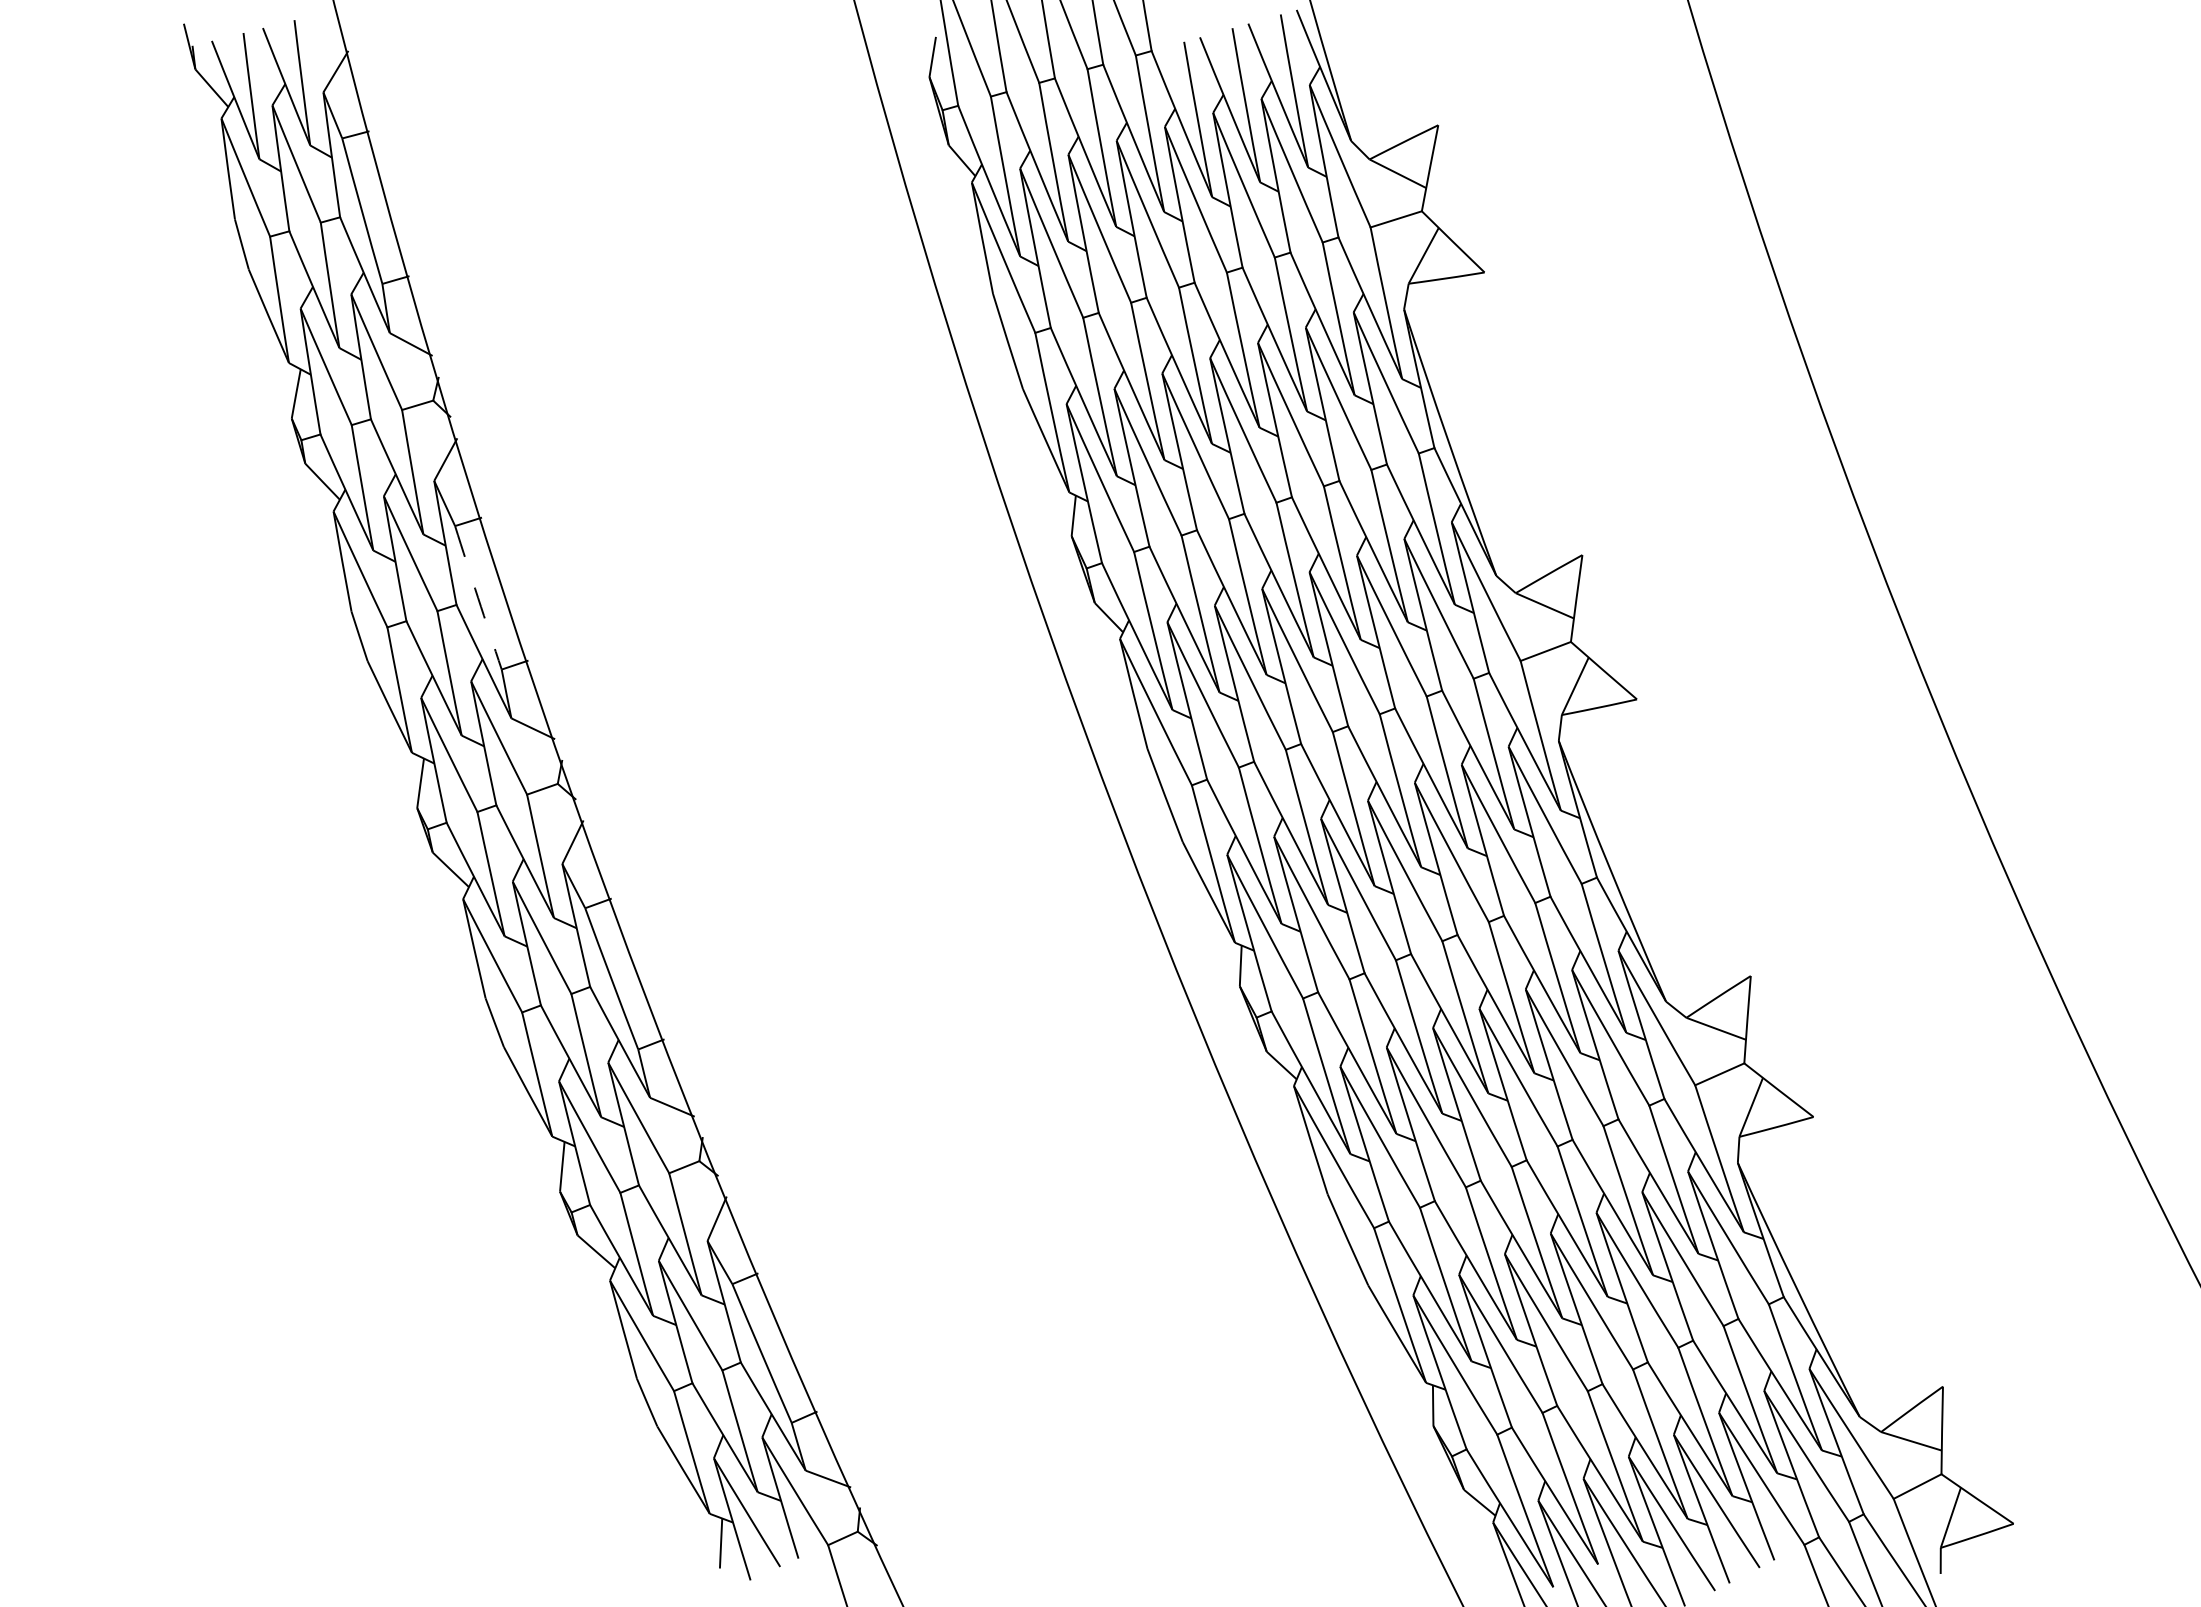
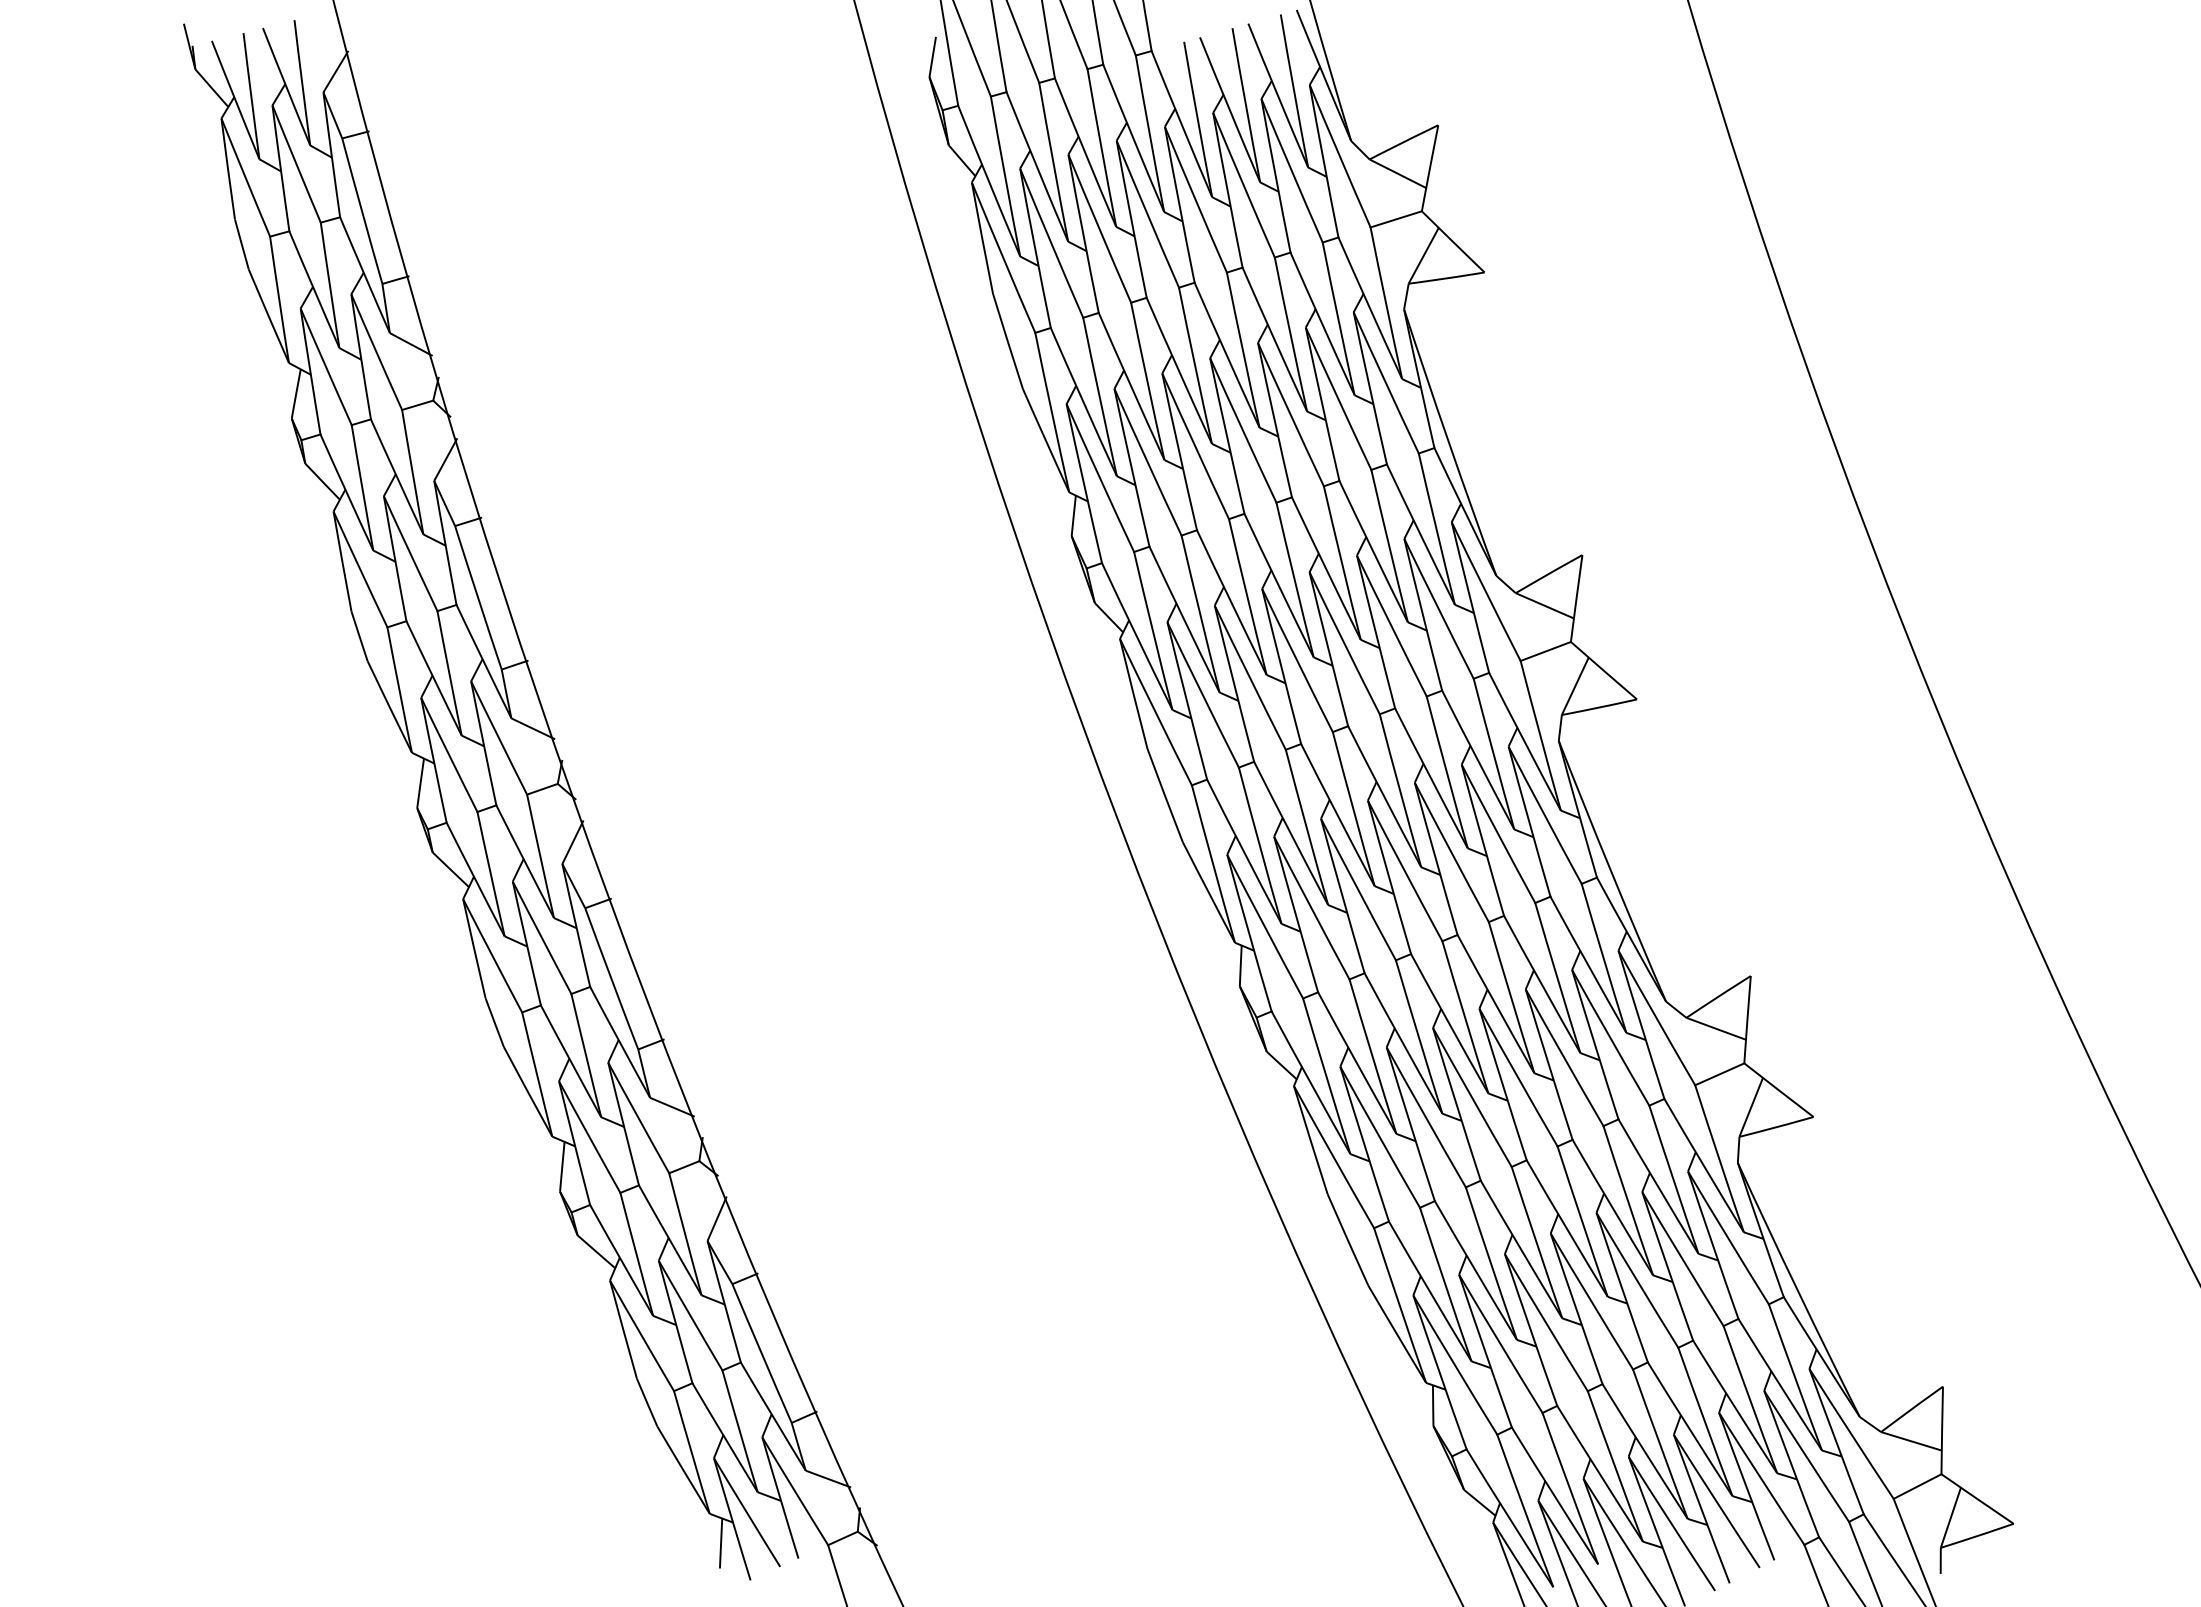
arc at (478, 597): dashed -> solid
